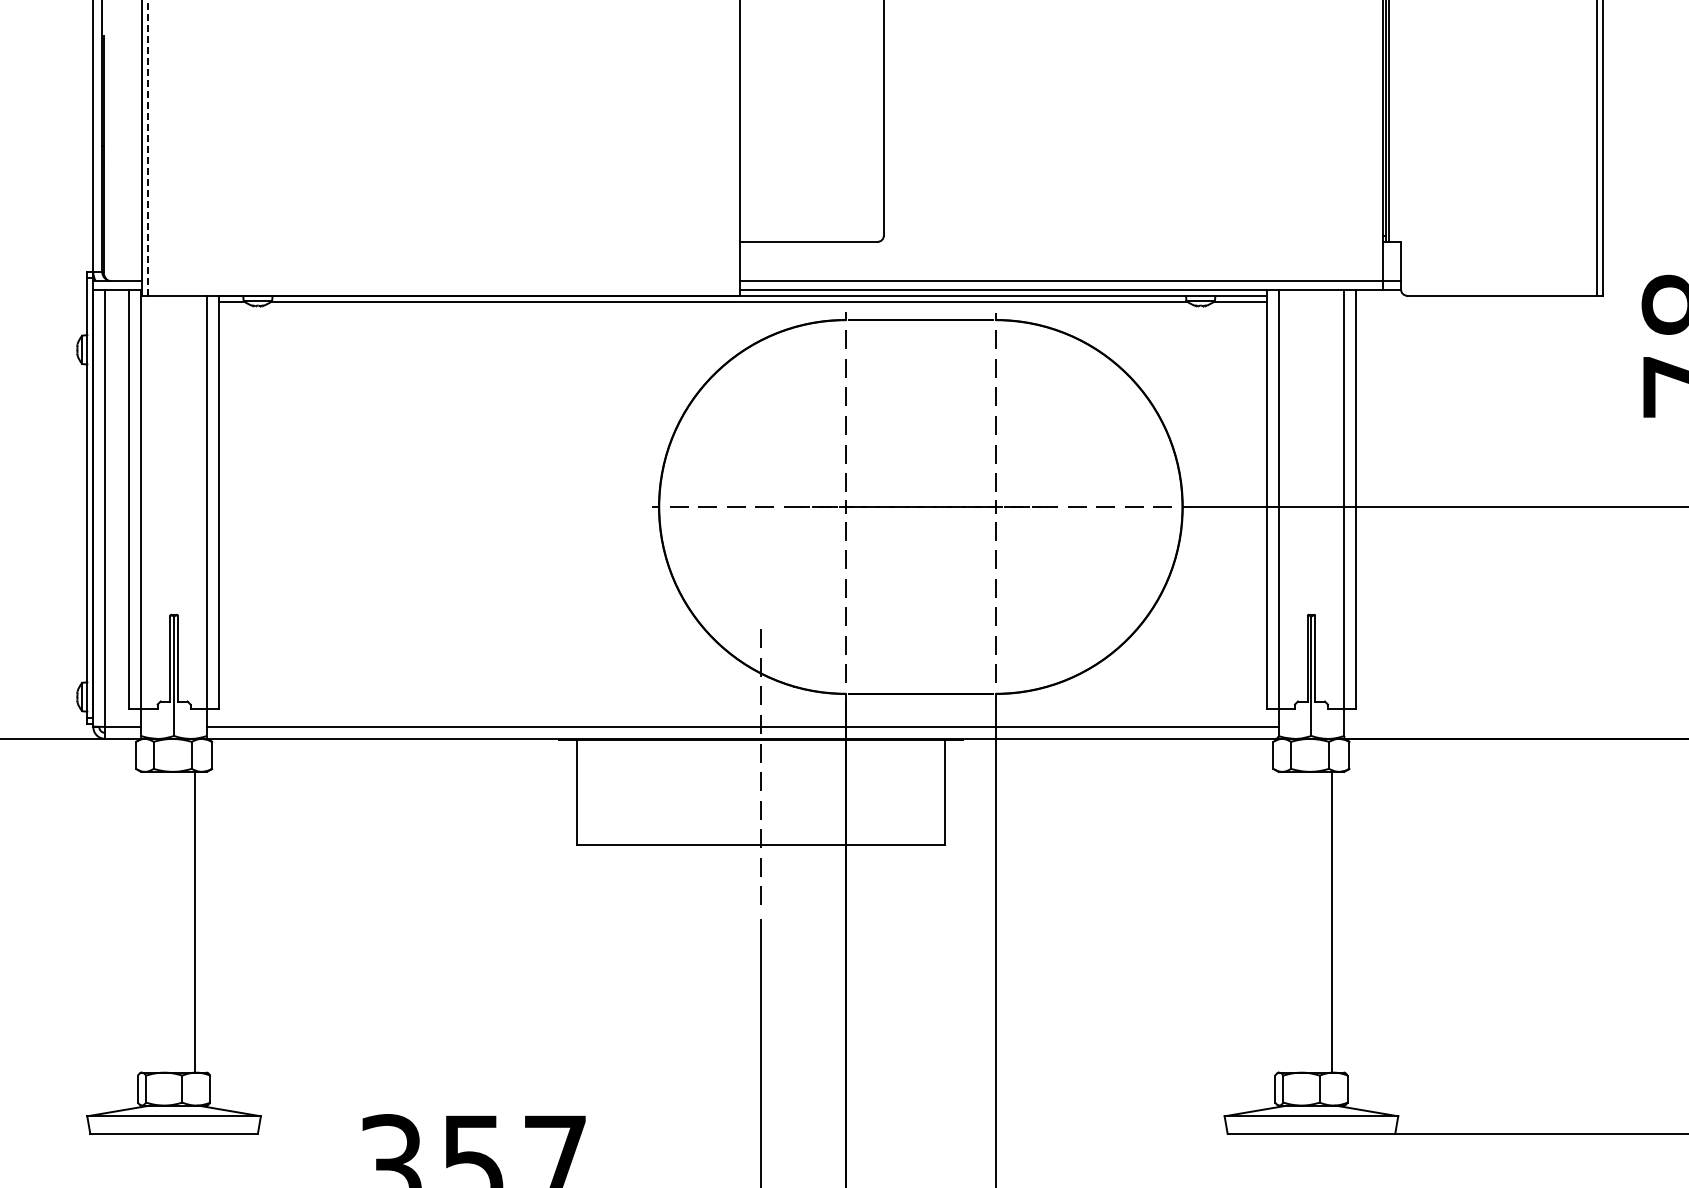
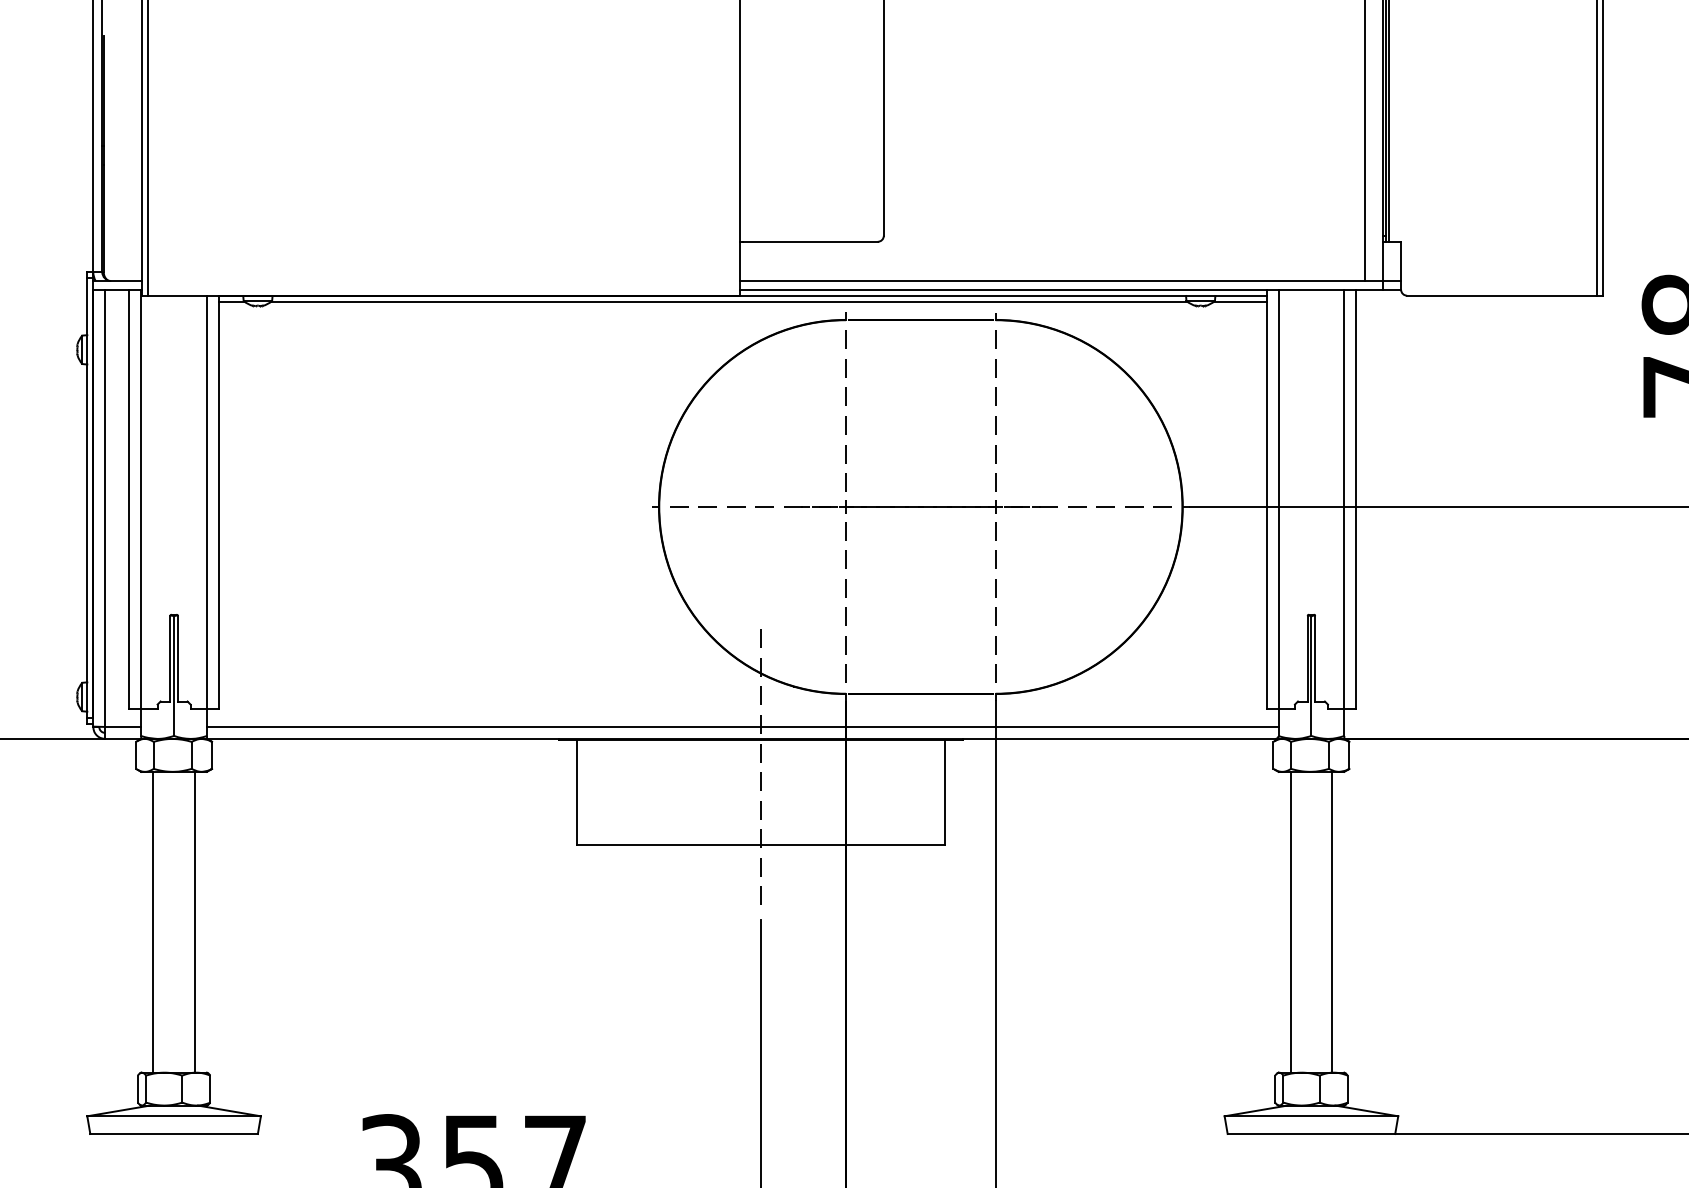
line at (1365, 141): none -> present
line at (147, 147): dashed -> solid
line at (153, 921): none -> present
line at (1290, 921): none -> present
